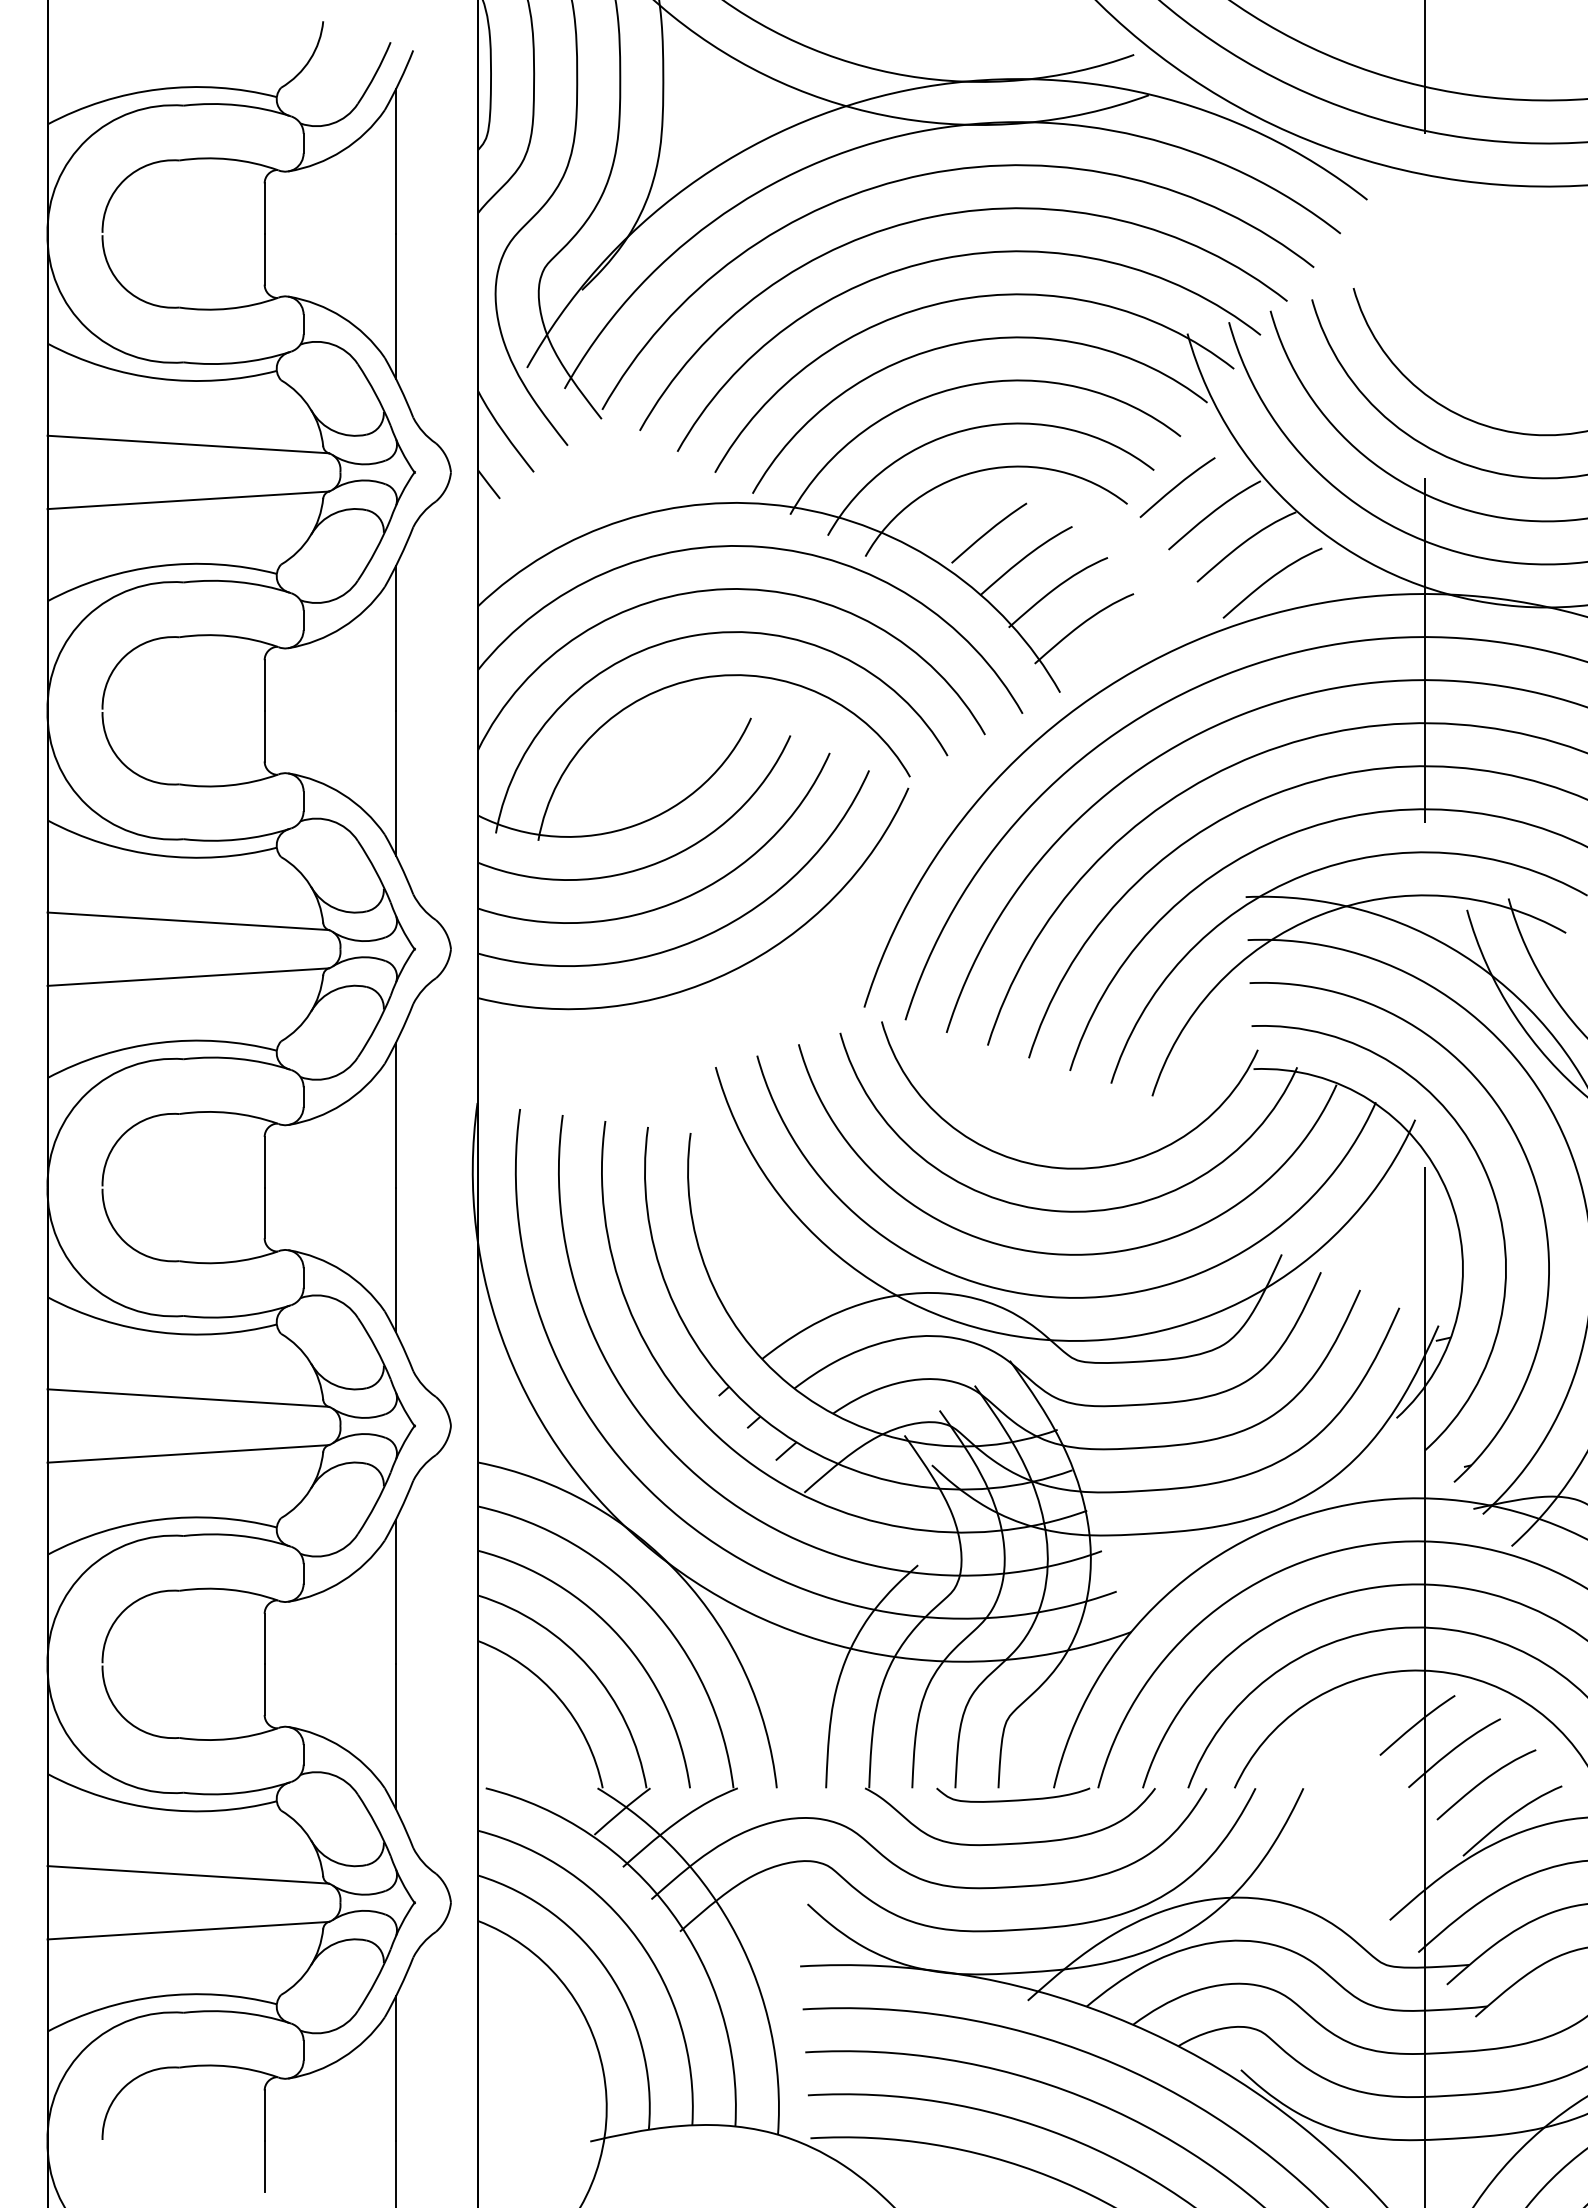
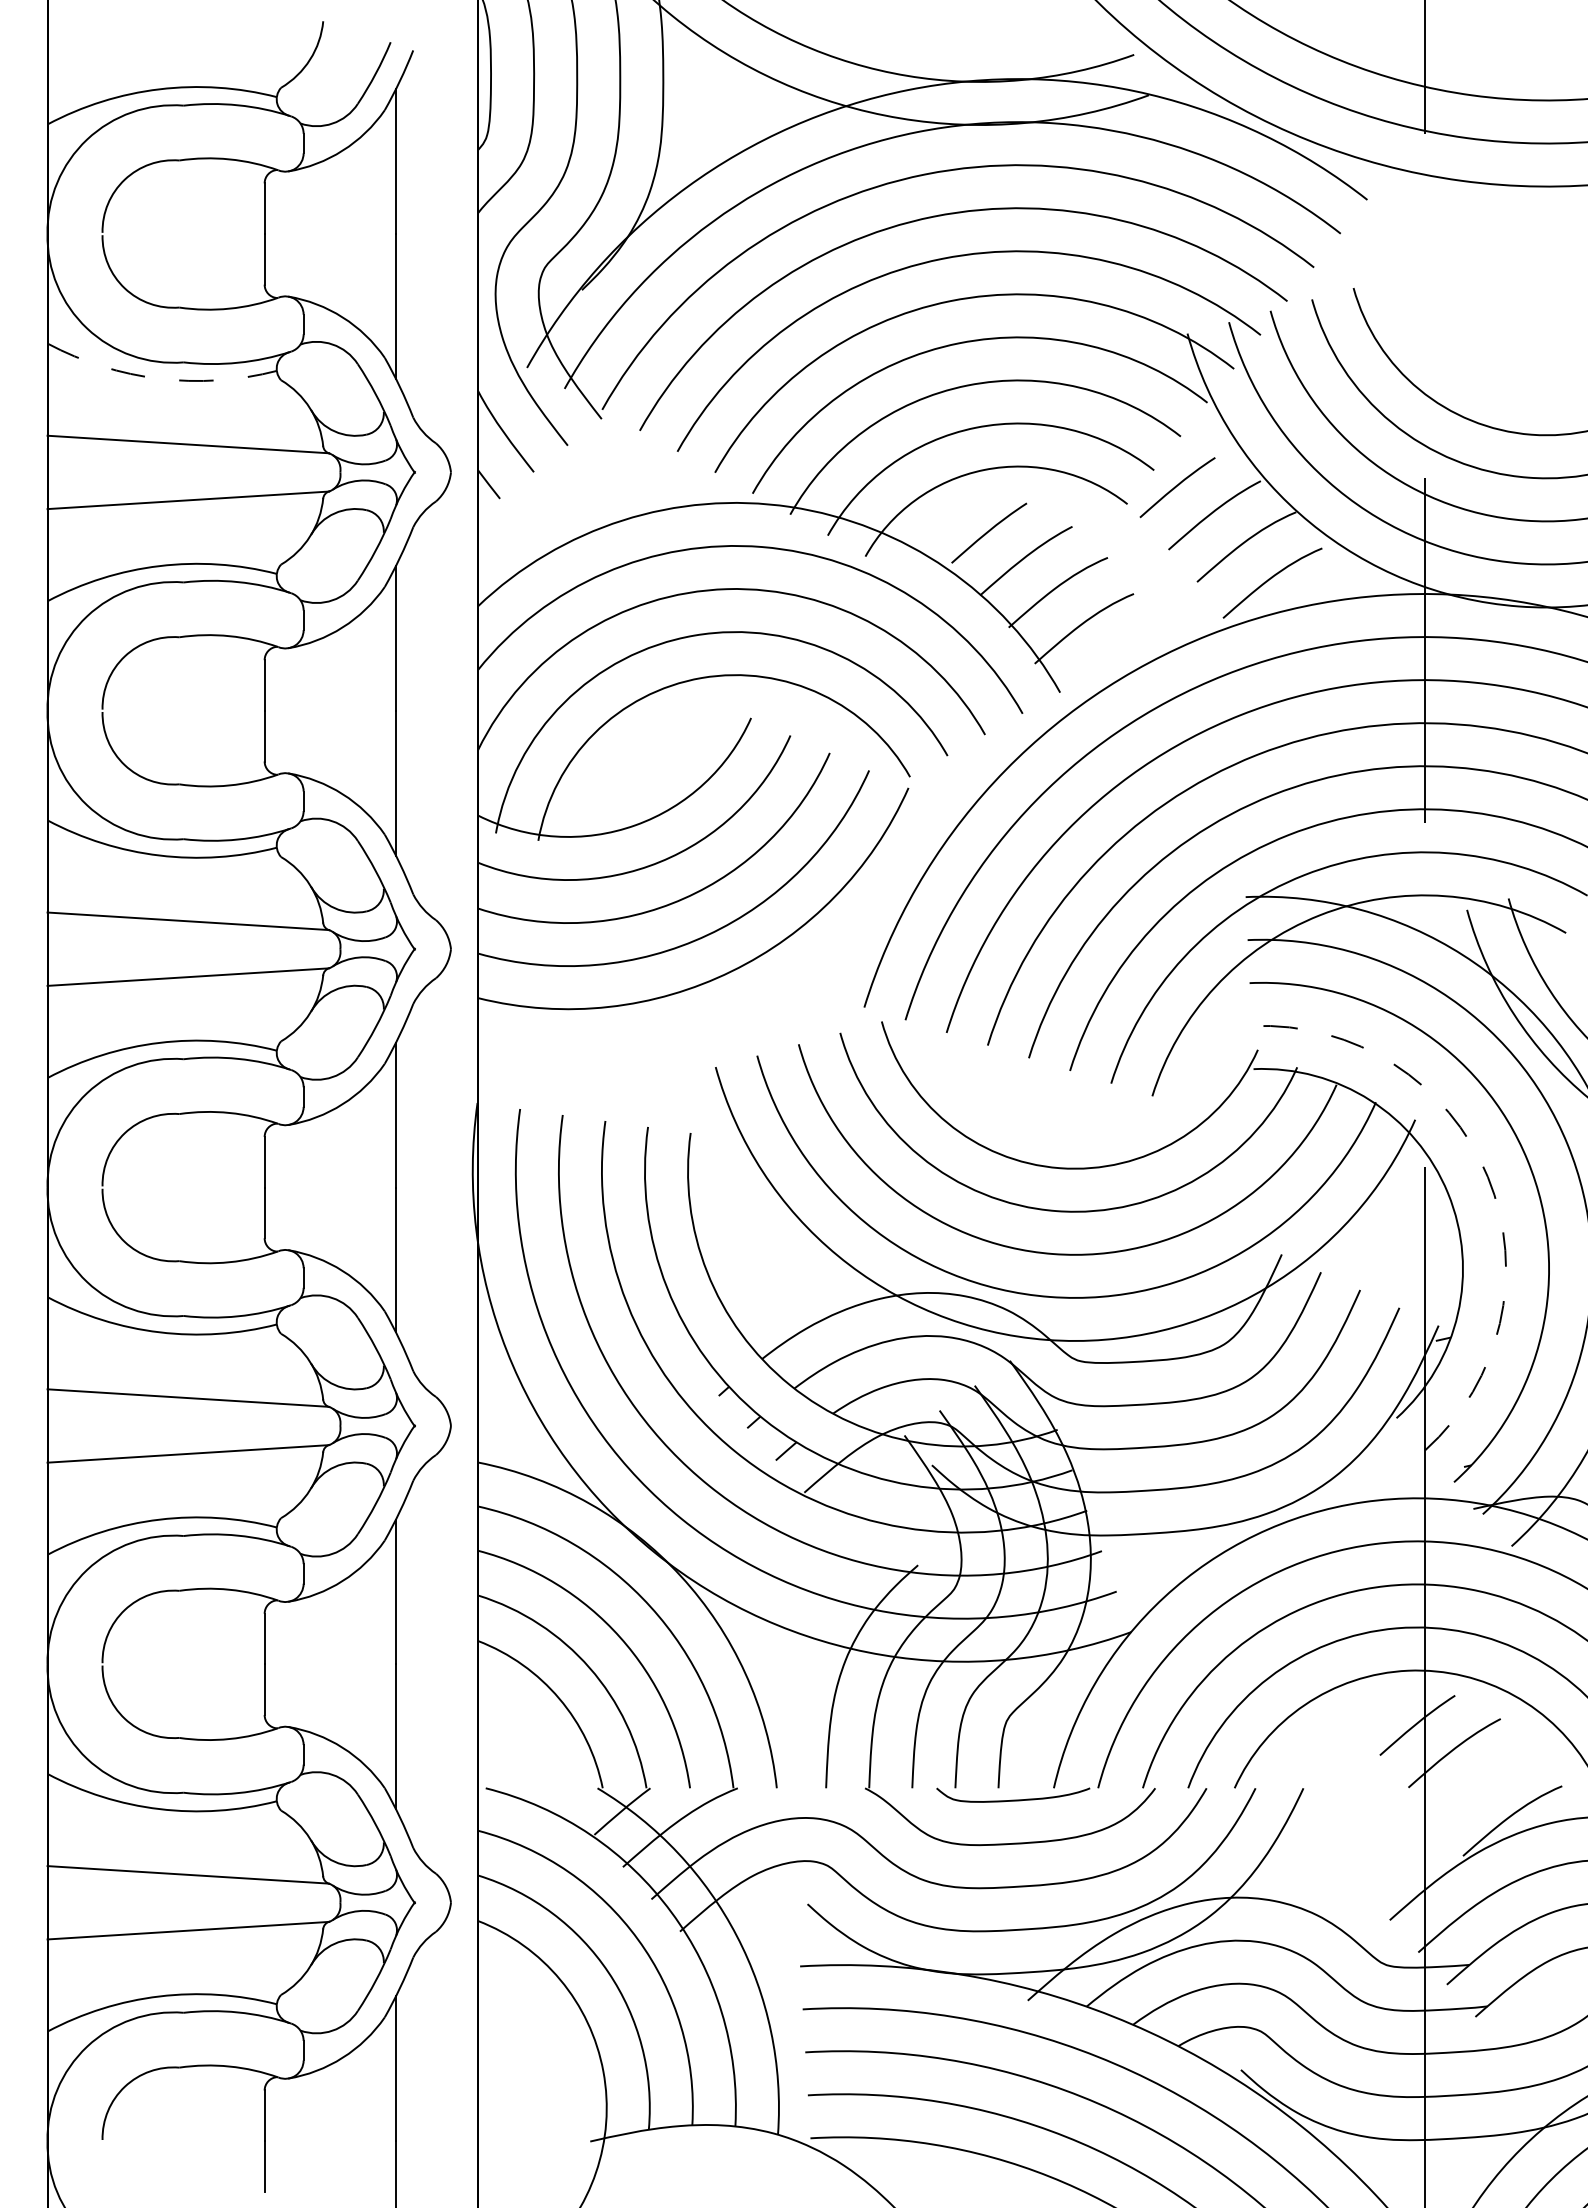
arc at (159, 378): solid -> dashed
arc at (1487, 1177): solid -> dashed
curve at (1484, 1781): present -> none
